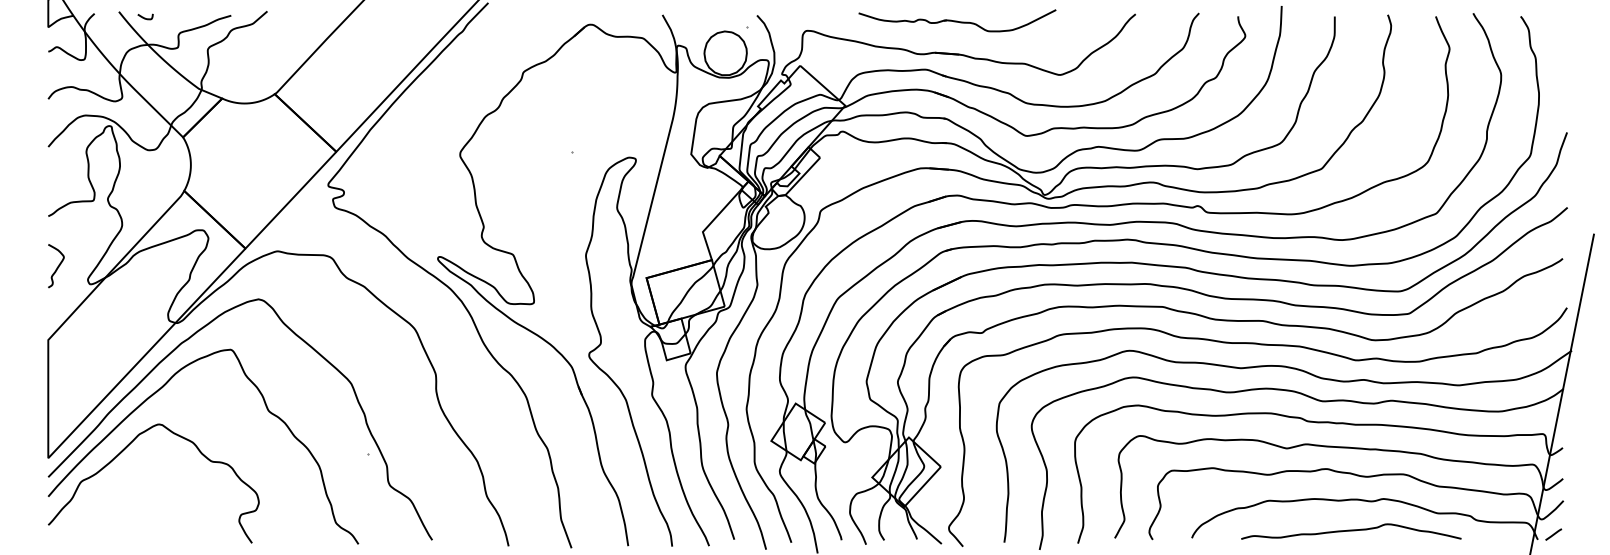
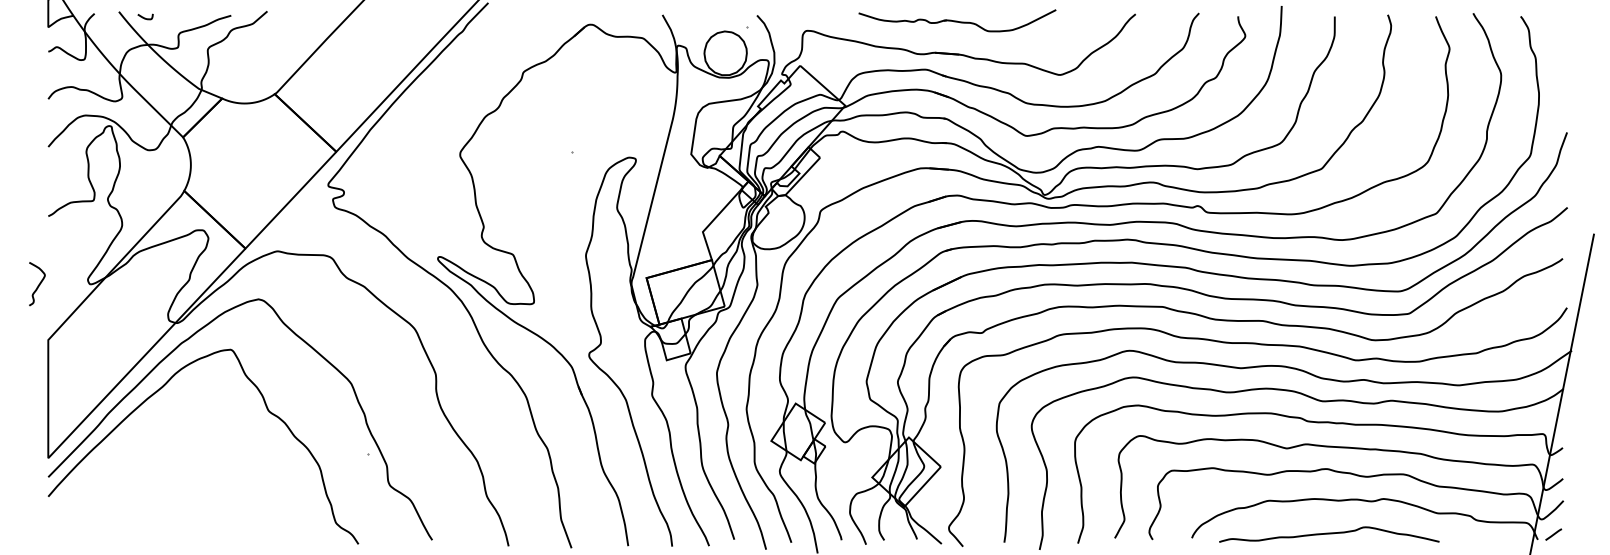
curve at (57, 266) position: (57, 266) -> (38, 284)
curve at (122, 452): present -> none
curve at (1351, 531) position: (1351, 531) -> (1329, 534)
